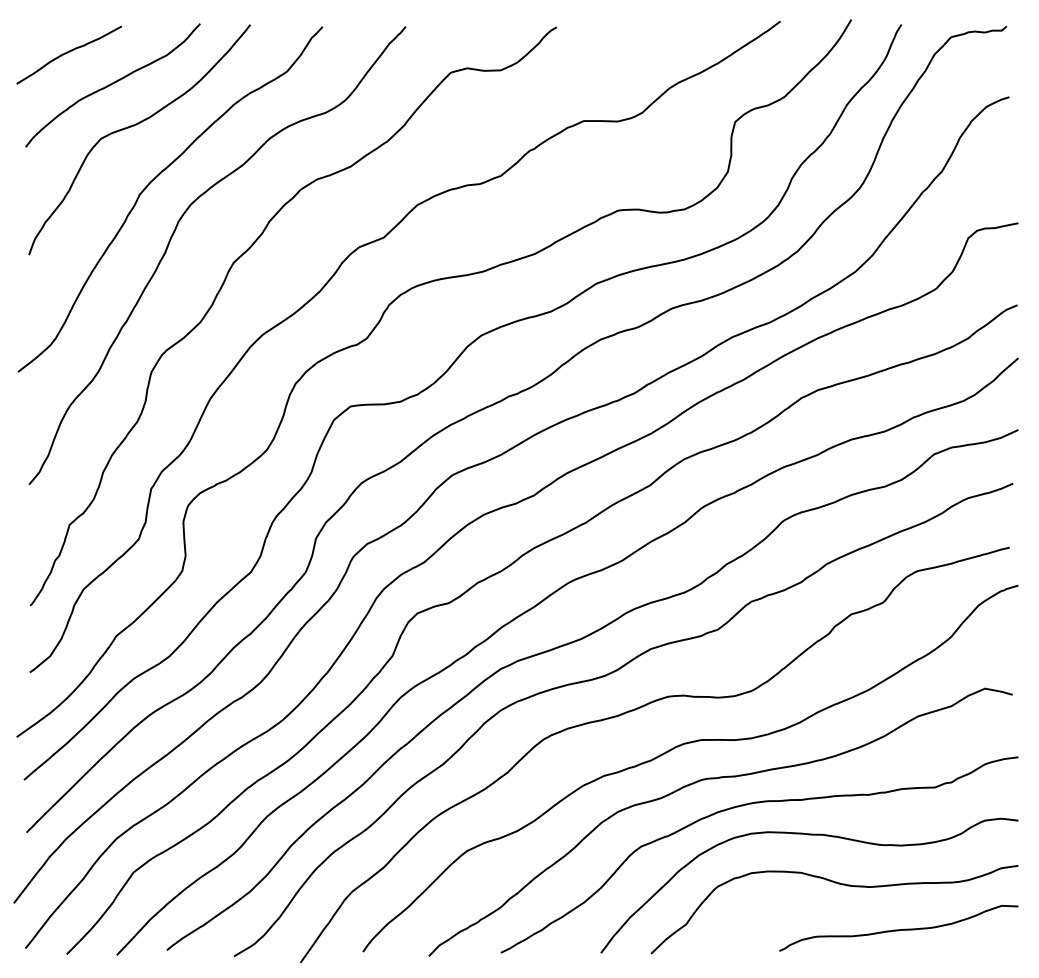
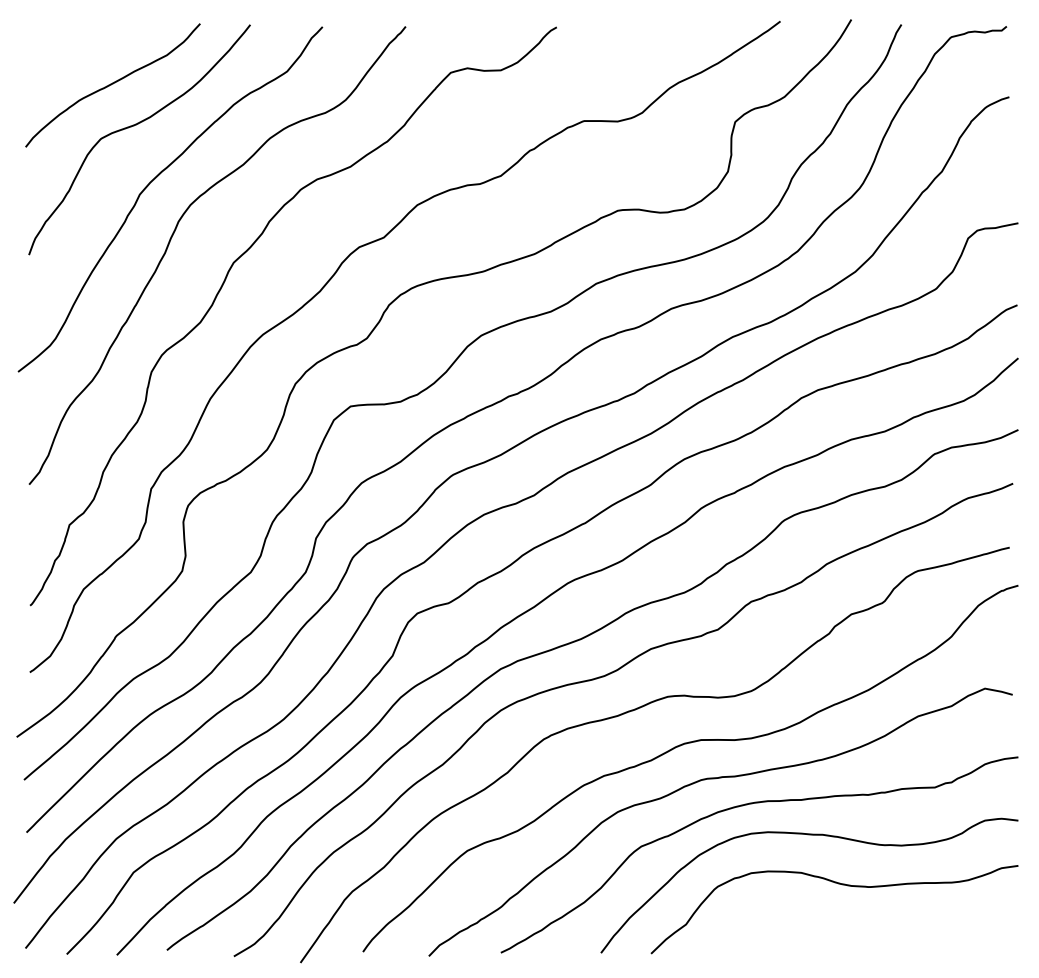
curve at (67, 53): present -> none
curve at (898, 929): present -> none
